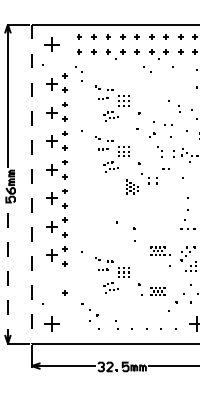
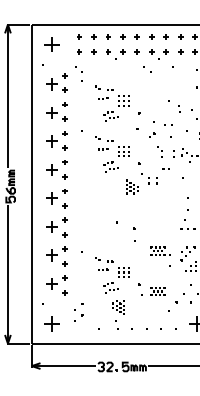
line at (31, 184): dashed -> solid
line at (7, 273): dashed -> solid
part at (56, 282): none -> present
part at (118, 307): none -> present
part at (93, 315) position: (93, 315) -> (78, 315)
